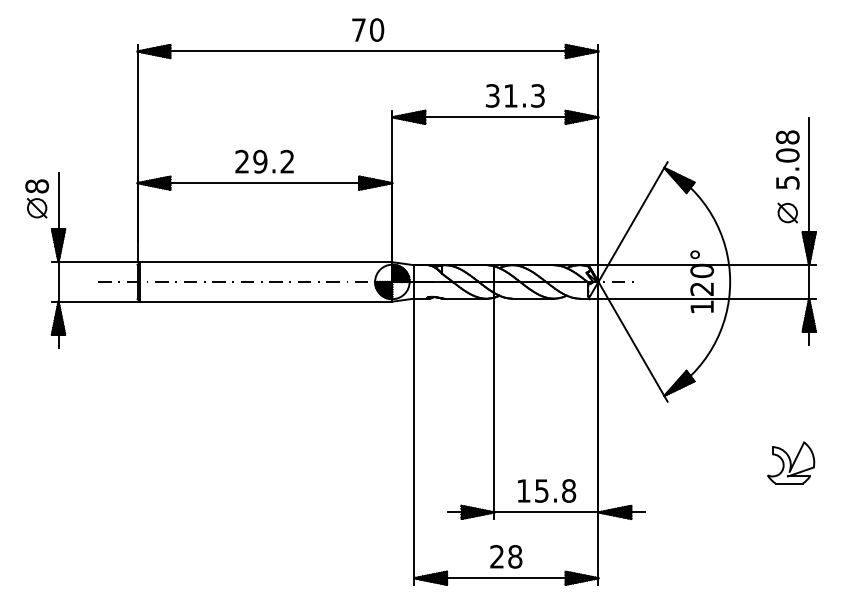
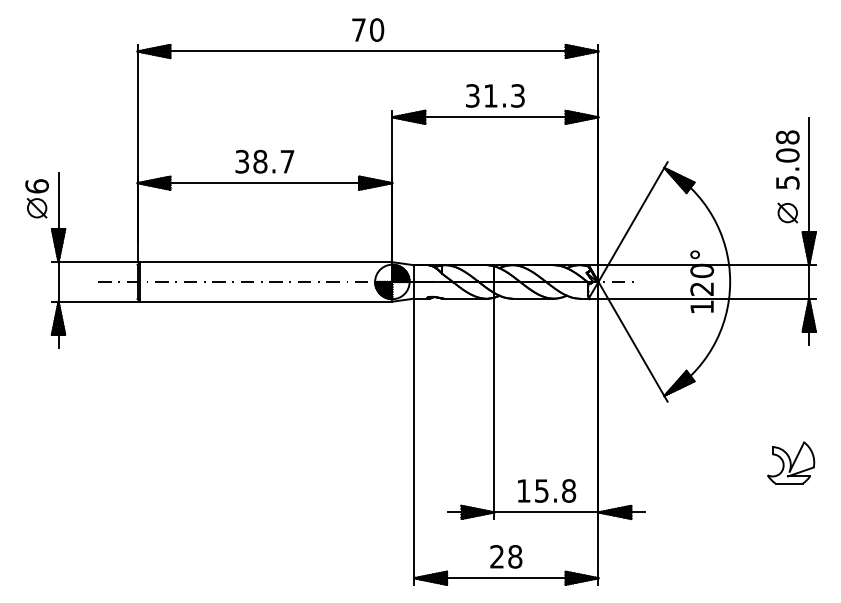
text at (515, 95) position: (515, 95) -> (495, 95)
text at (264, 161): 29.2 -> 38.7
text at (36, 186): 8 -> 6
